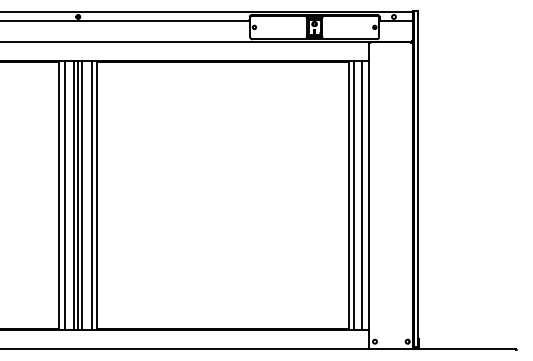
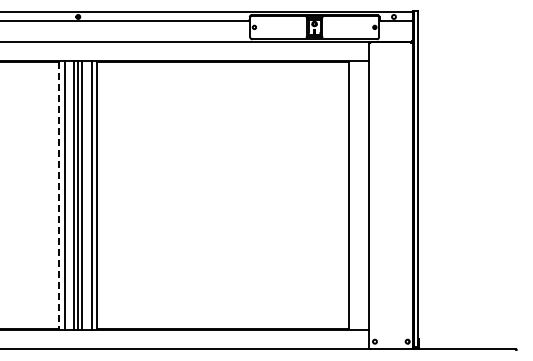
line at (59, 195): solid -> dashed
line at (354, 195): present -> none
line at (361, 195): present -> none
